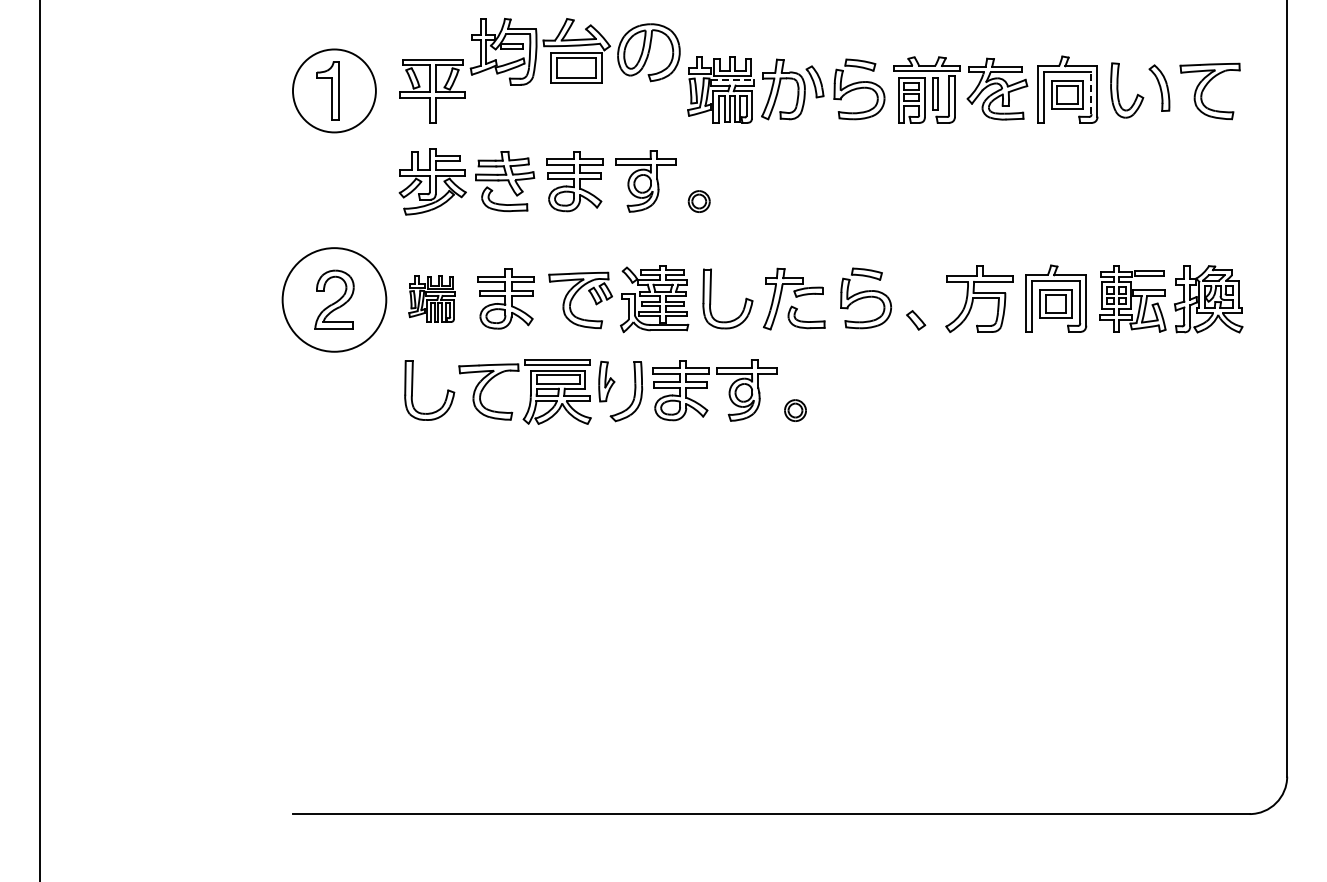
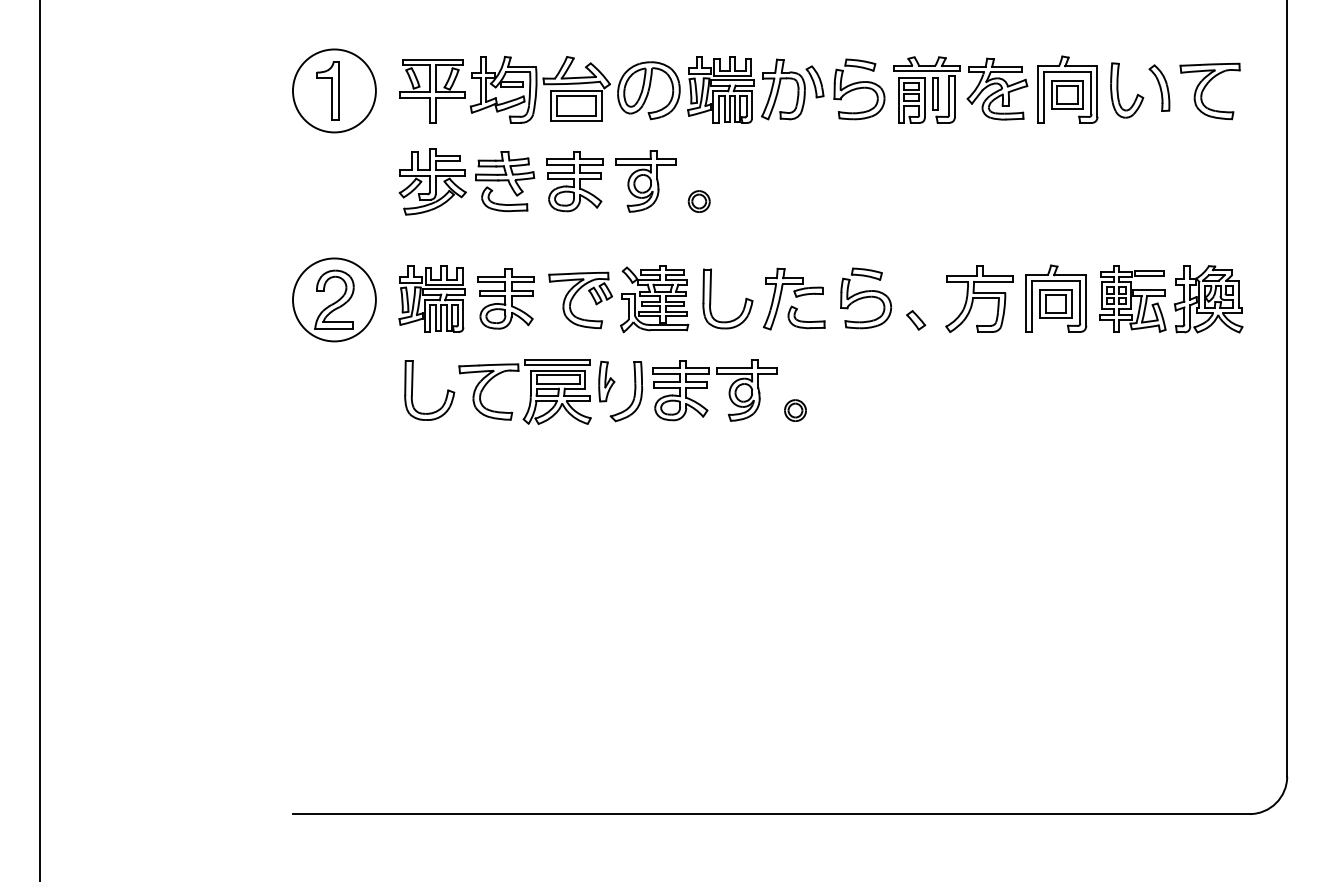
part at (574, 51) position: (574, 51) -> (574, 89)
line at (733, 80): dashed -> solid
line at (1091, 92): dashed -> solid
part at (431, 298) size: 48x48 px -> 68x68 px
circle at (334, 299) diameter: 104 px -> 83 px
